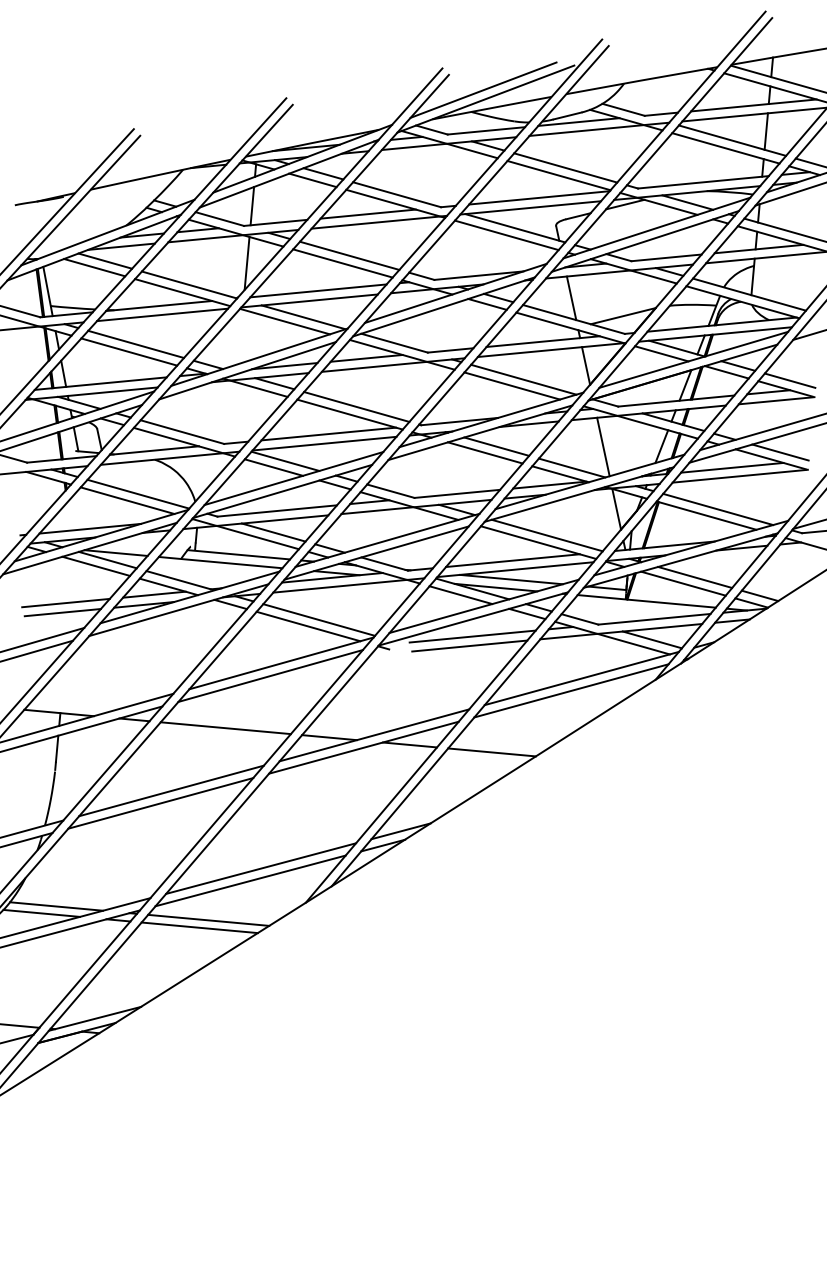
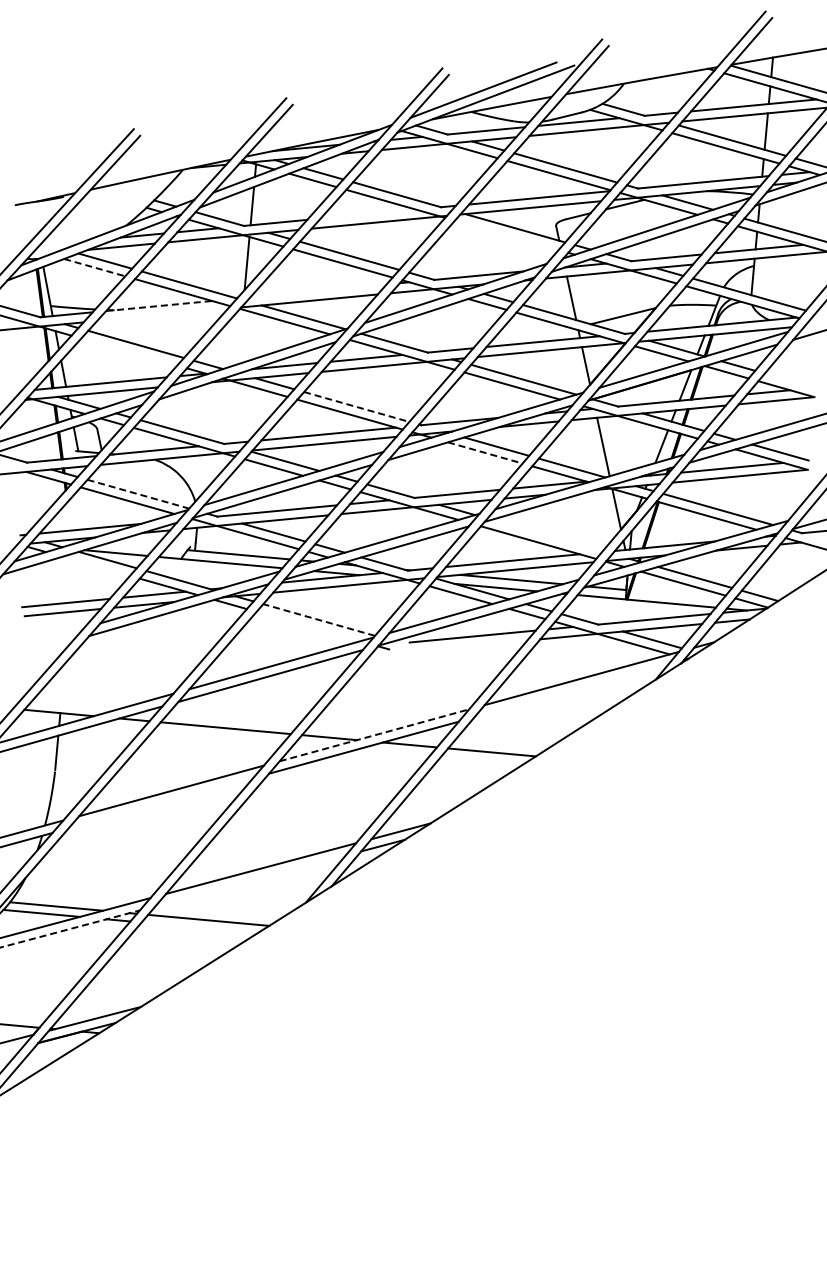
line at (367, 213): present -> none
line at (506, 235): present -> none
line at (94, 267): solid -> dashed
line at (318, 290): present -> none
line at (159, 305): solid -> dashed
line at (162, 314): present -> none
line at (129, 351): present -> none
line at (789, 380): present -> none
line at (356, 406): solid -> dashed
line at (485, 452): solid -> dashed
line at (138, 494): solid -> dashed
line at (546, 535): present -> none
line at (96, 565): present -> none
line at (318, 619): solid -> dashed
line at (308, 626): present -> none
line at (43, 639): present -> none
line at (469, 645): present -> none
line at (37, 650): present -> none
line at (571, 690): present -> none
line at (374, 735): solid -> dashed
line at (160, 803): present -> none
line at (250, 880): present -> none
line at (199, 927): present -> none
line at (70, 928): solid -> dashed
